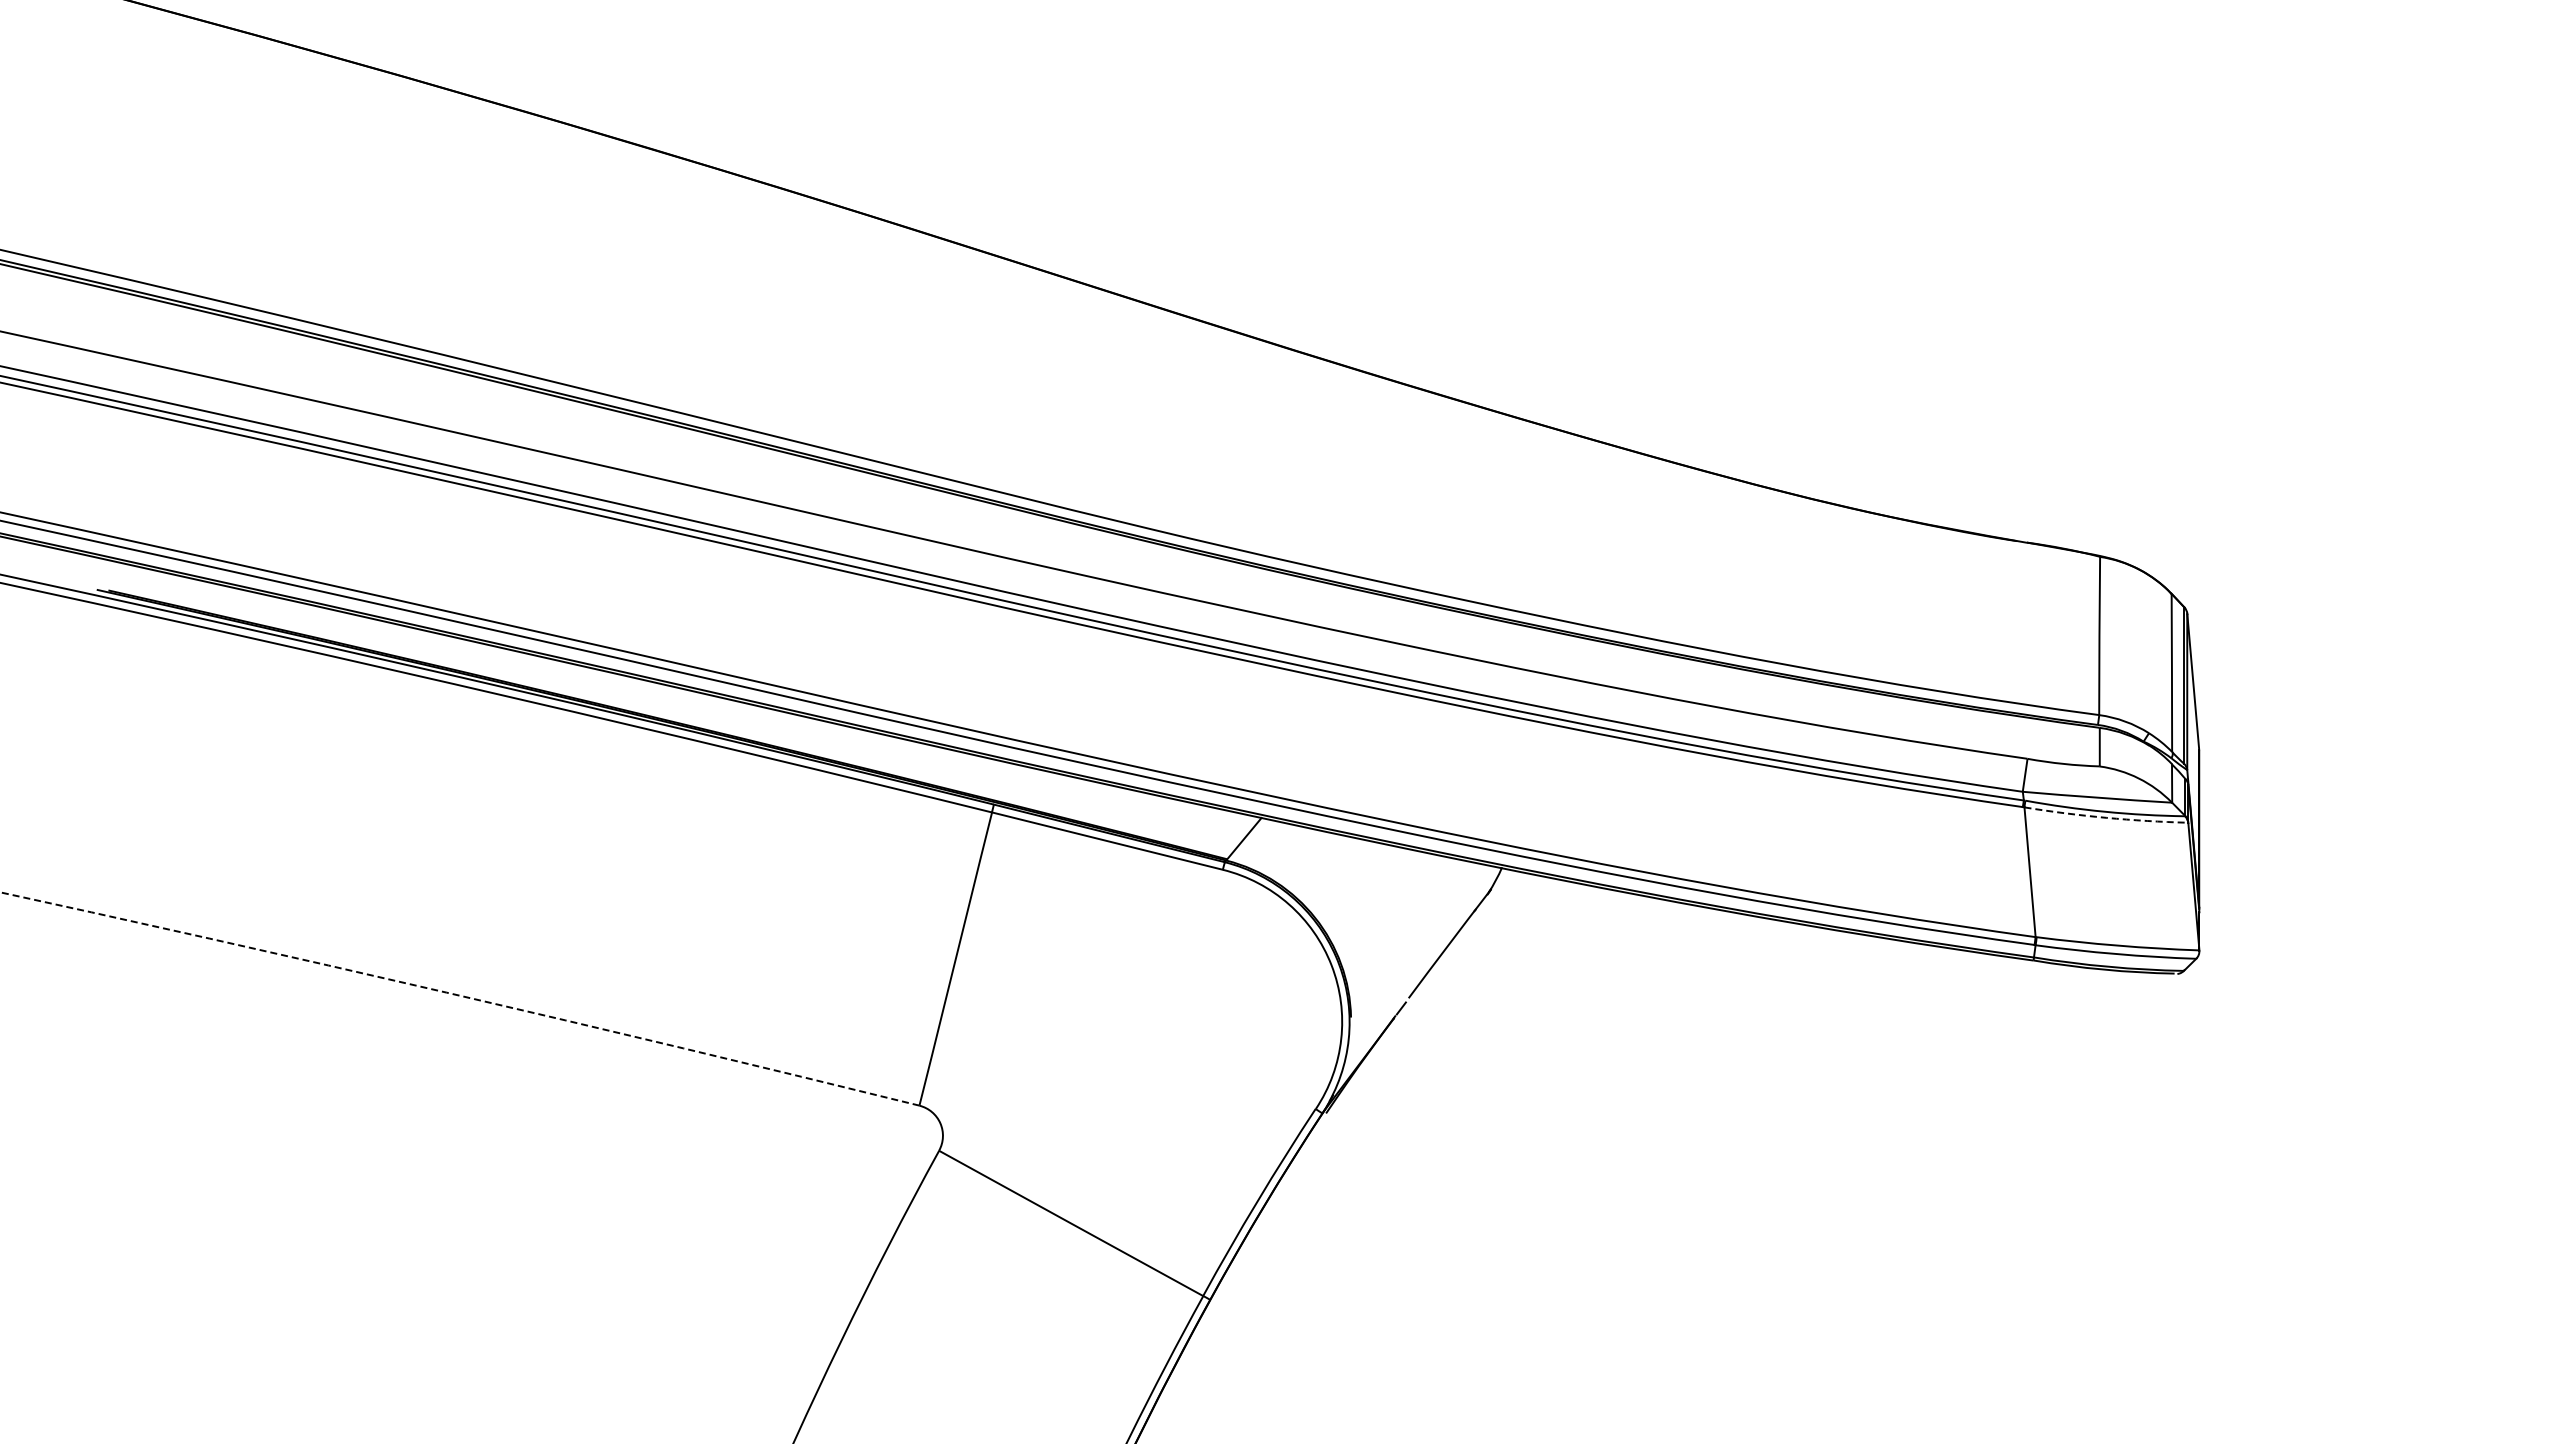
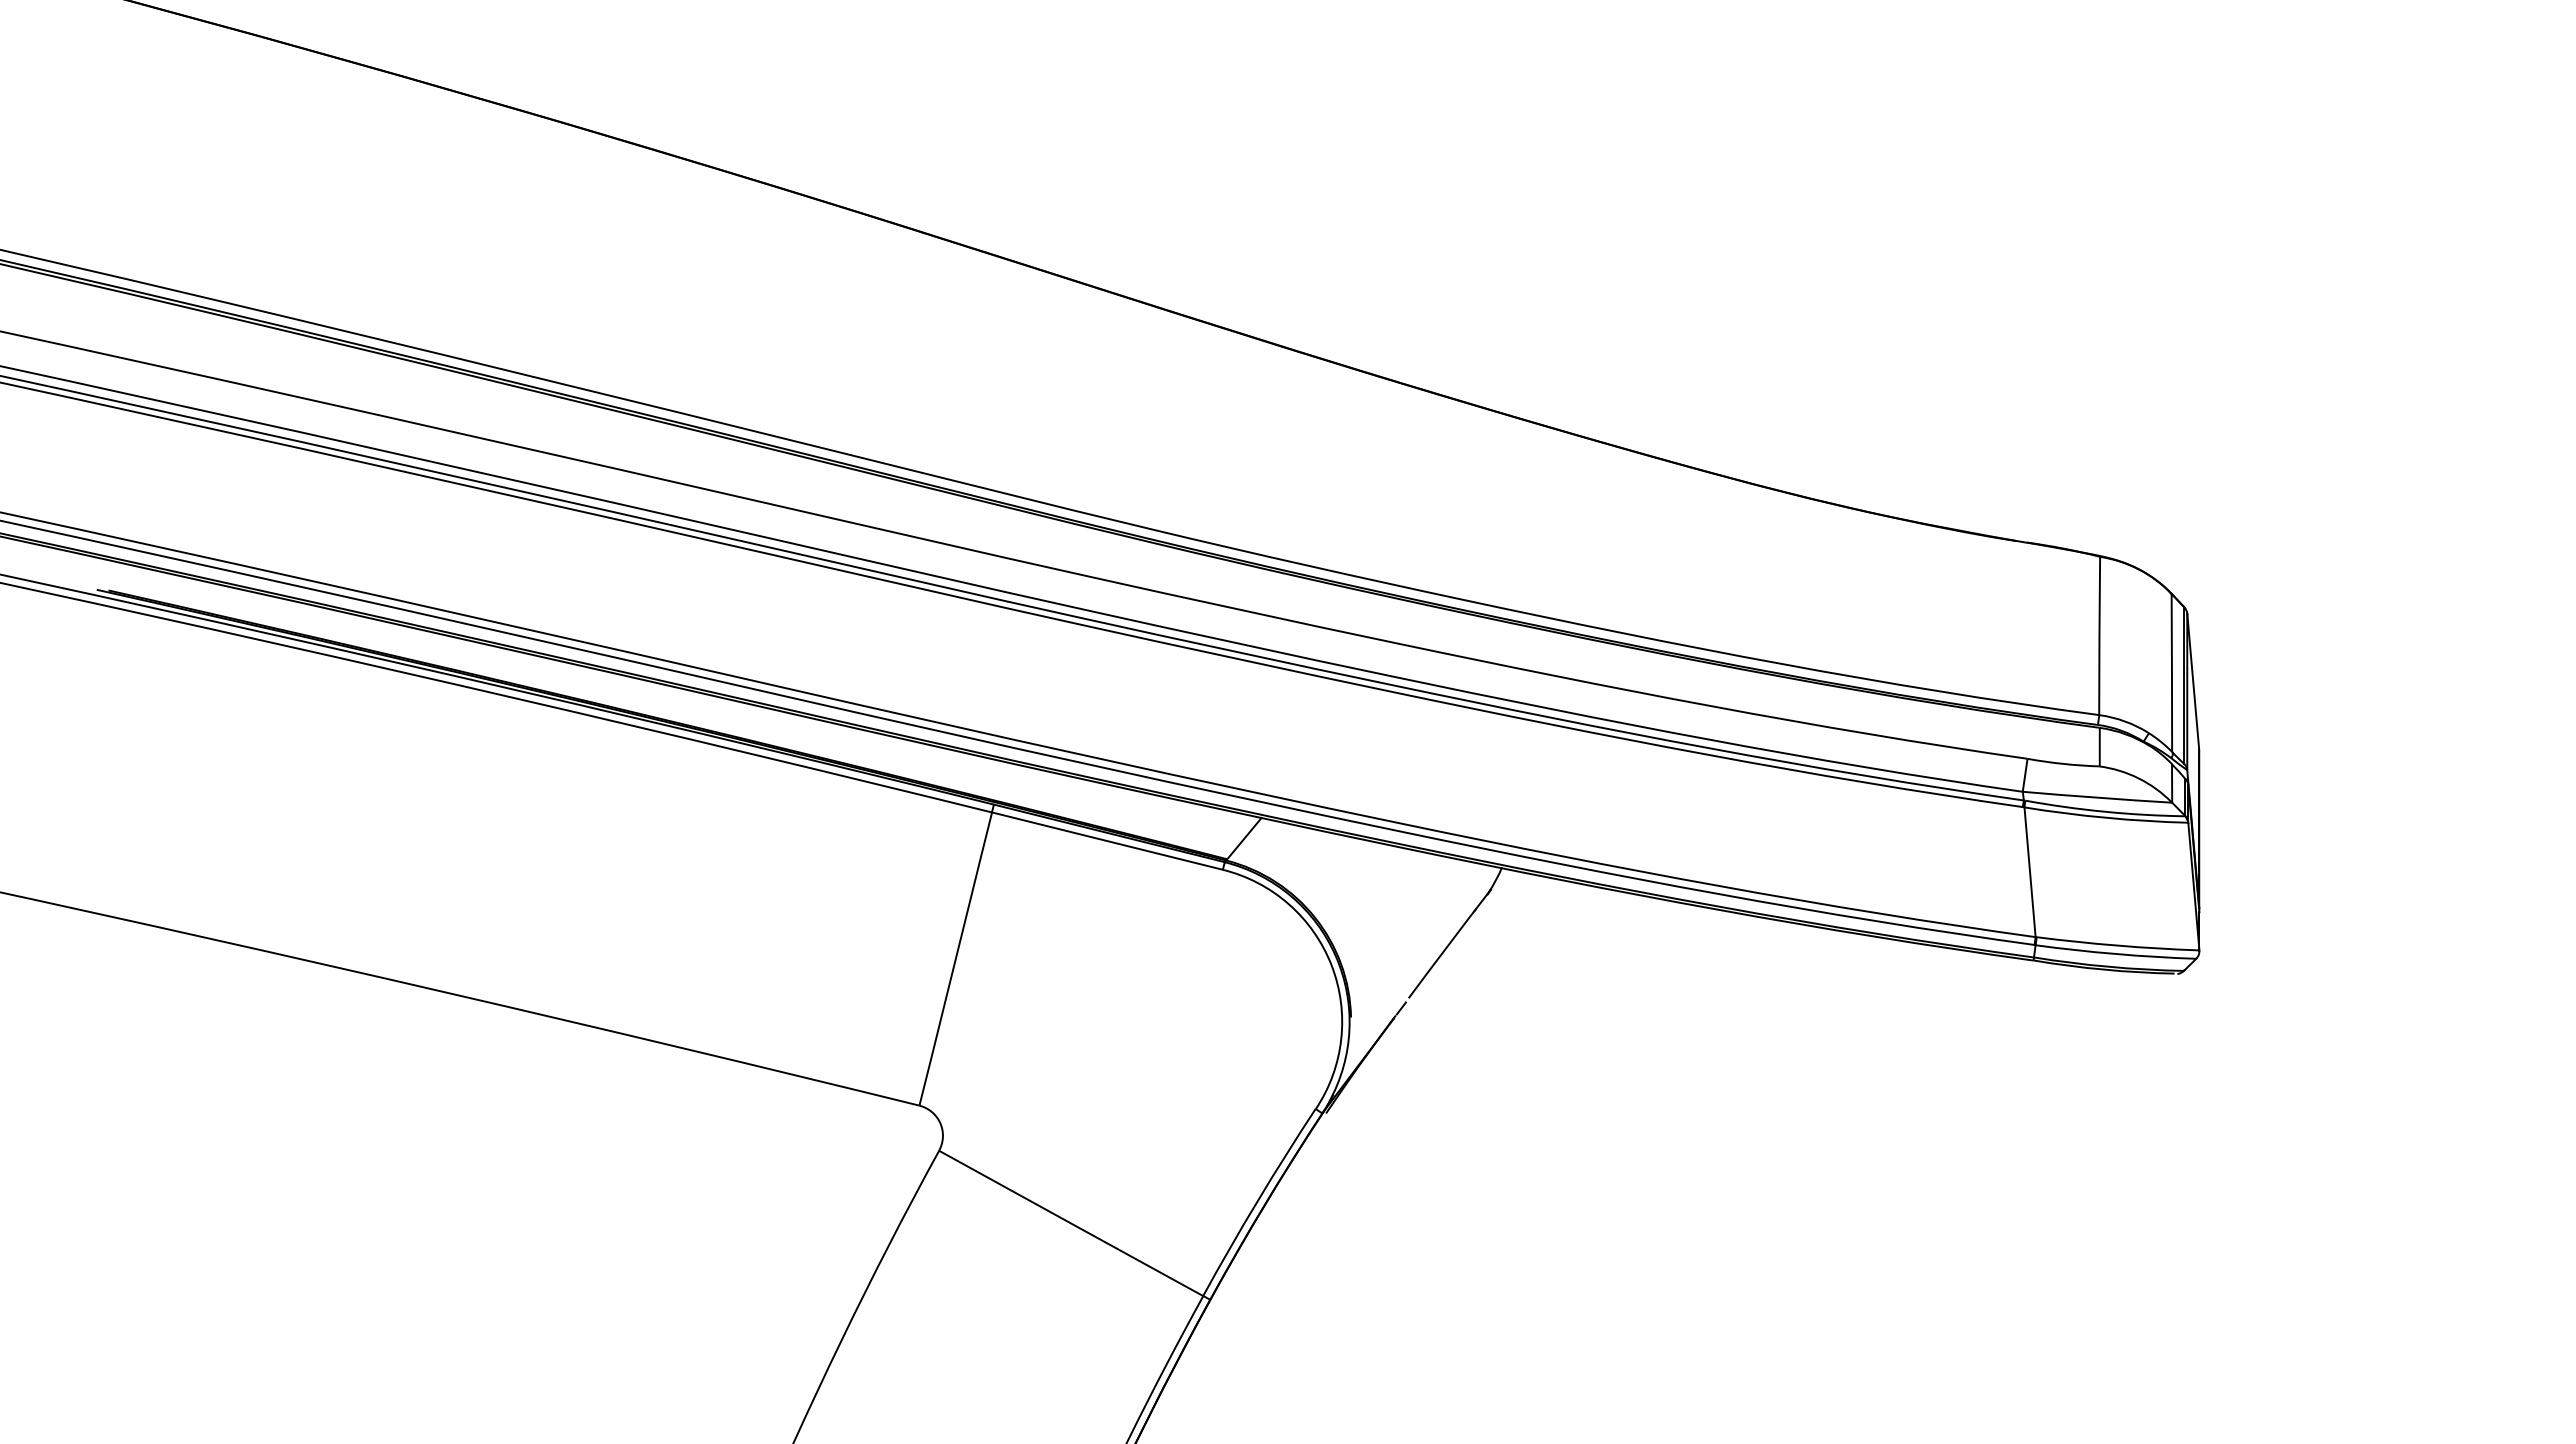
arc at (2106, 817): dashed -> solid
arc at (460, 995): dashed -> solid
